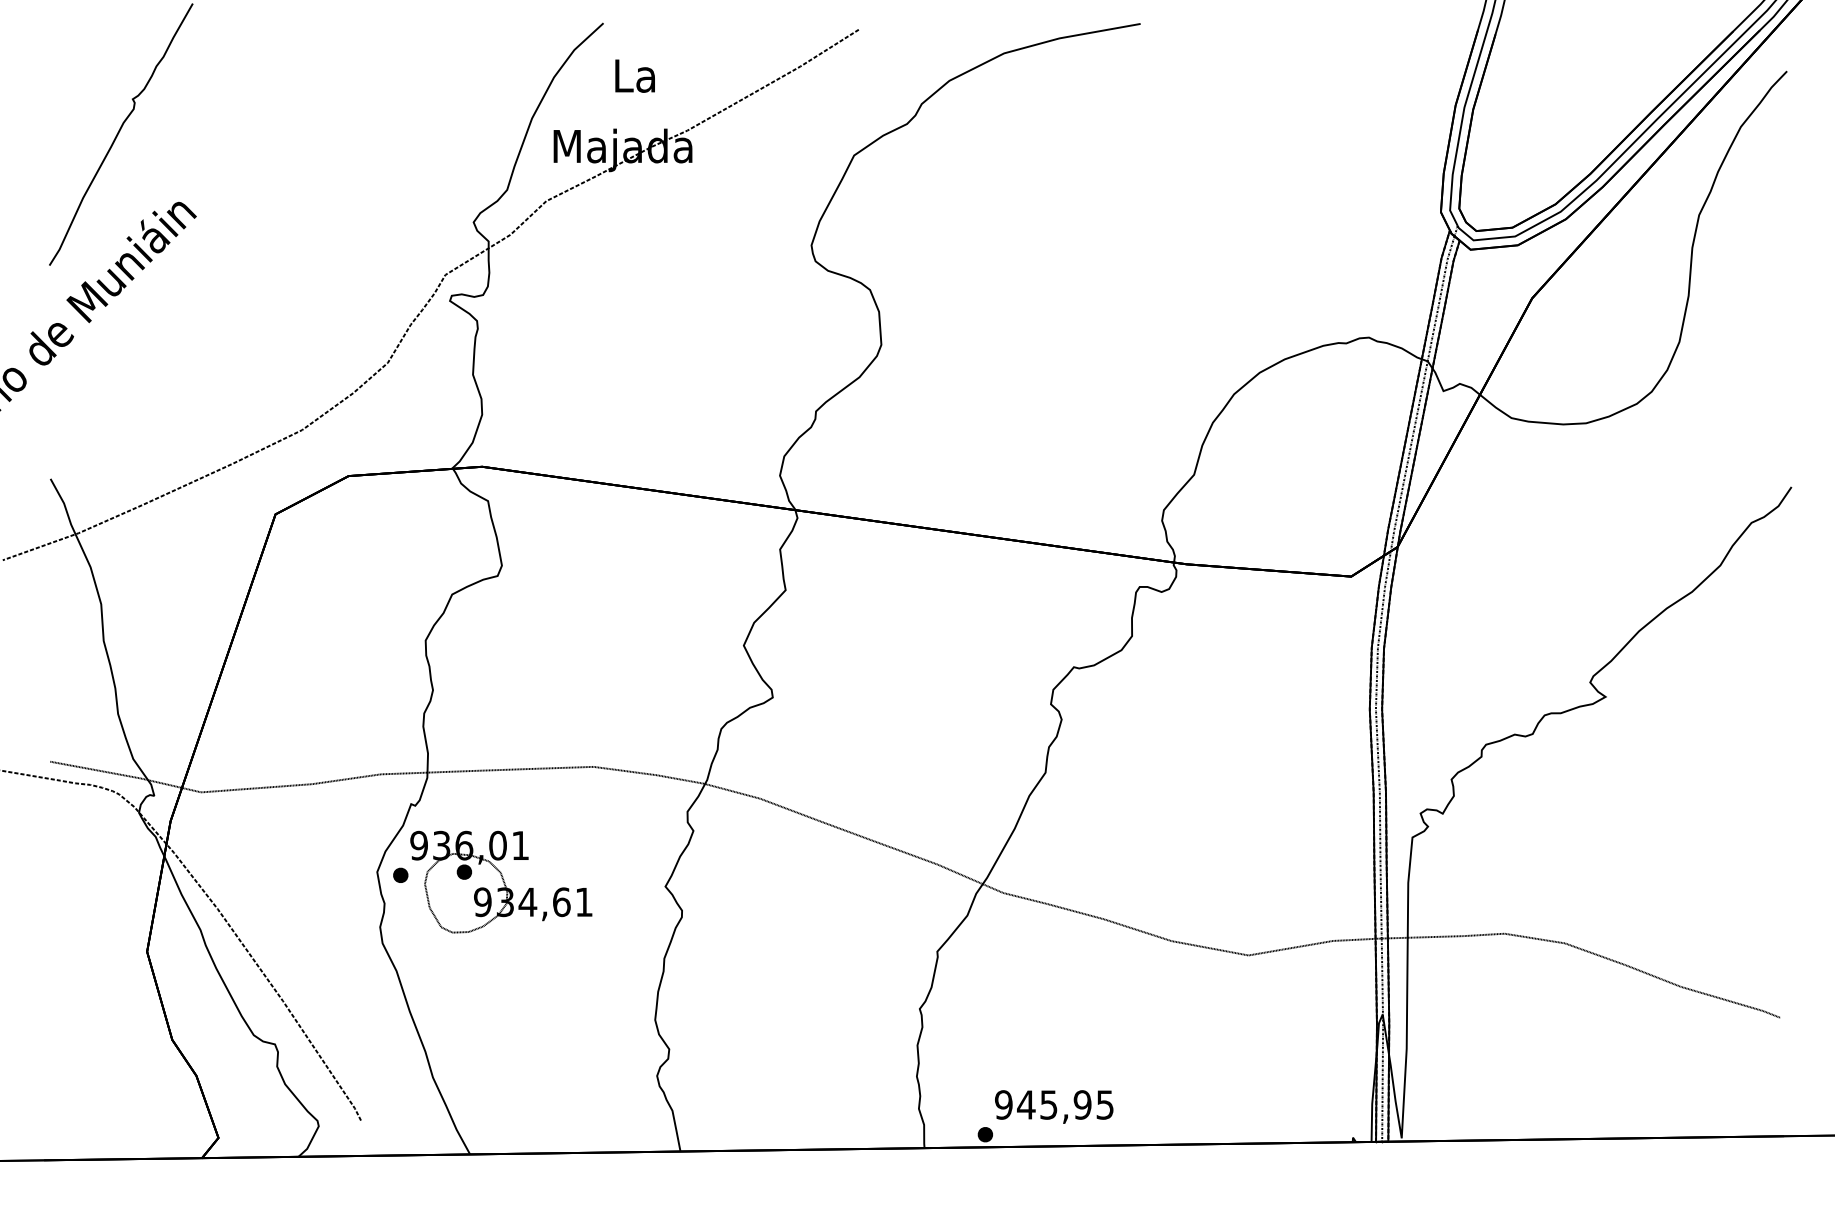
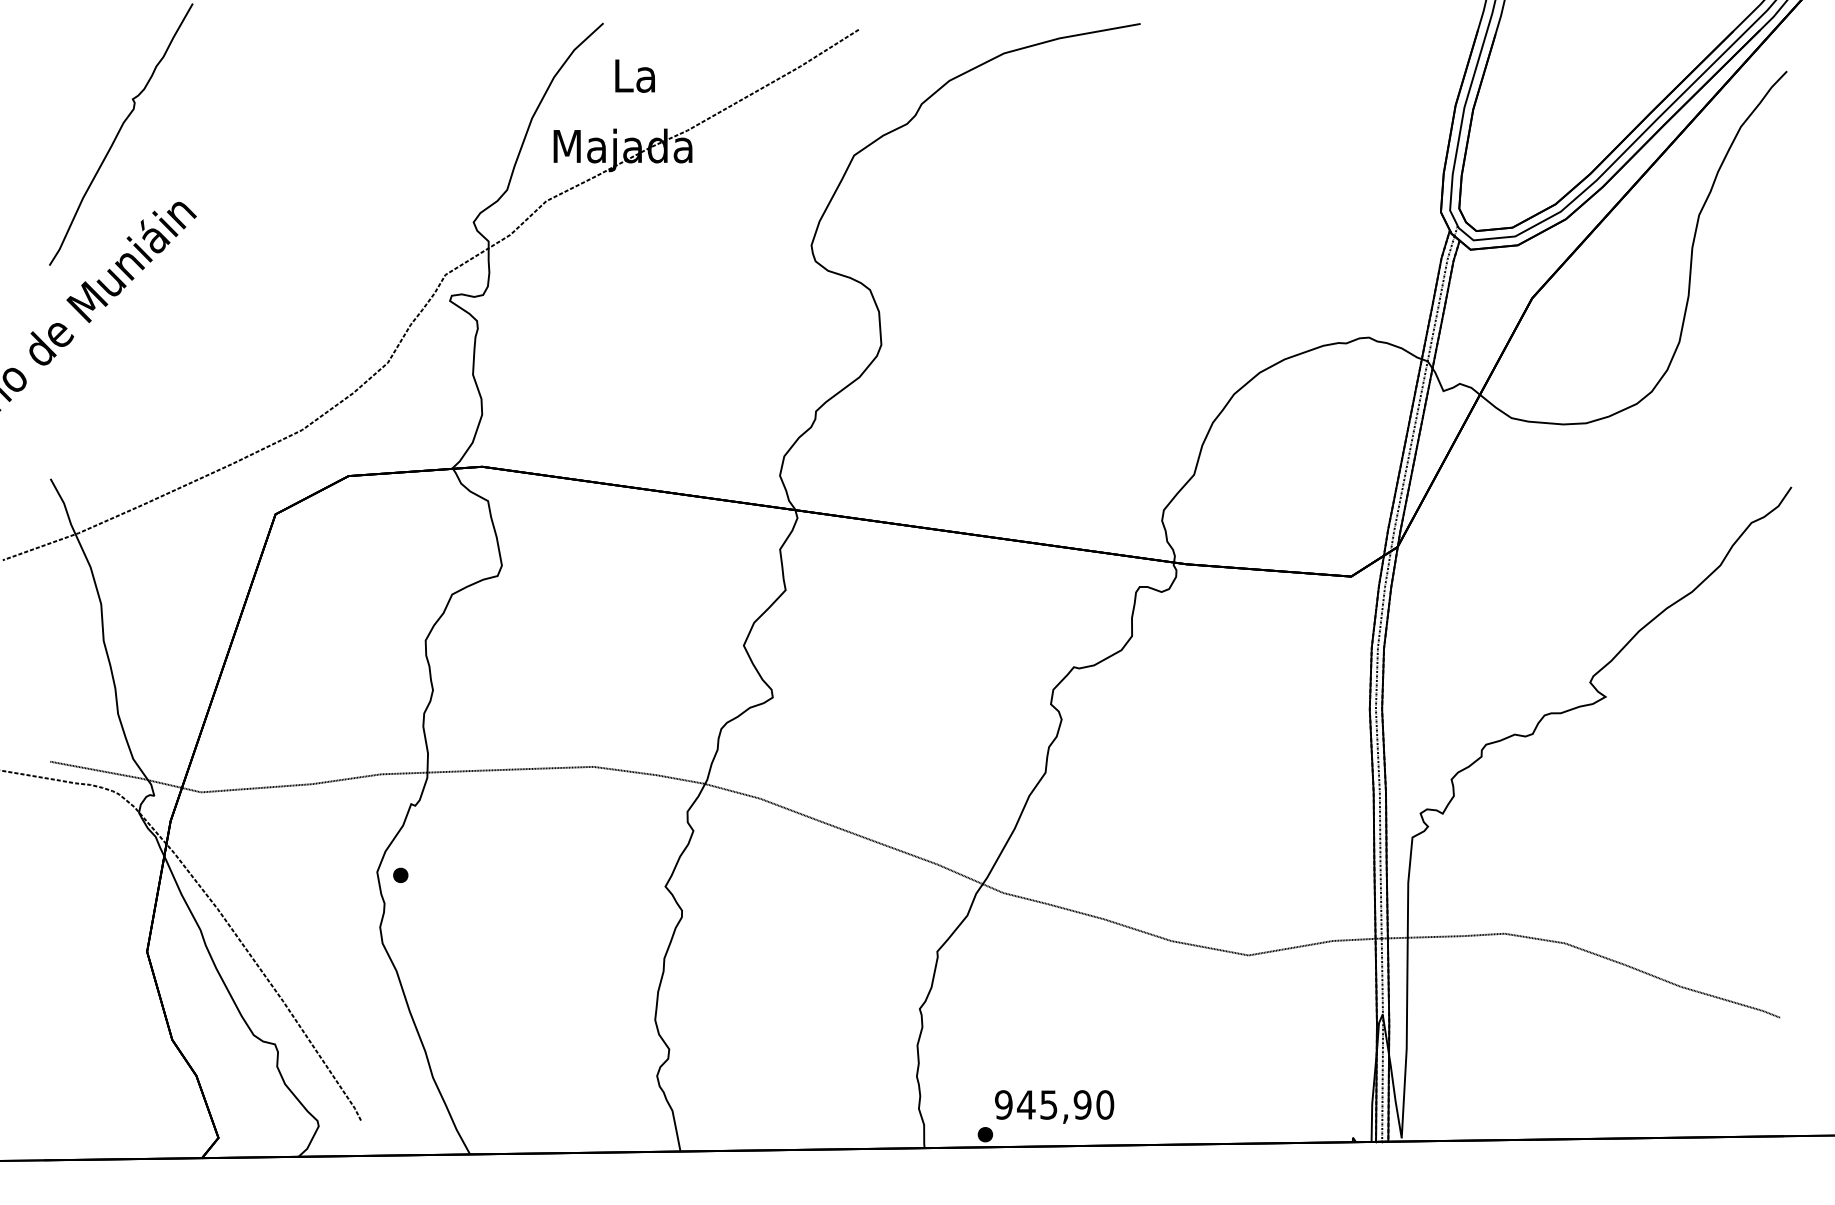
part at (501, 881): present -> none
text at (1105, 1104): 945,95 -> 945,90
